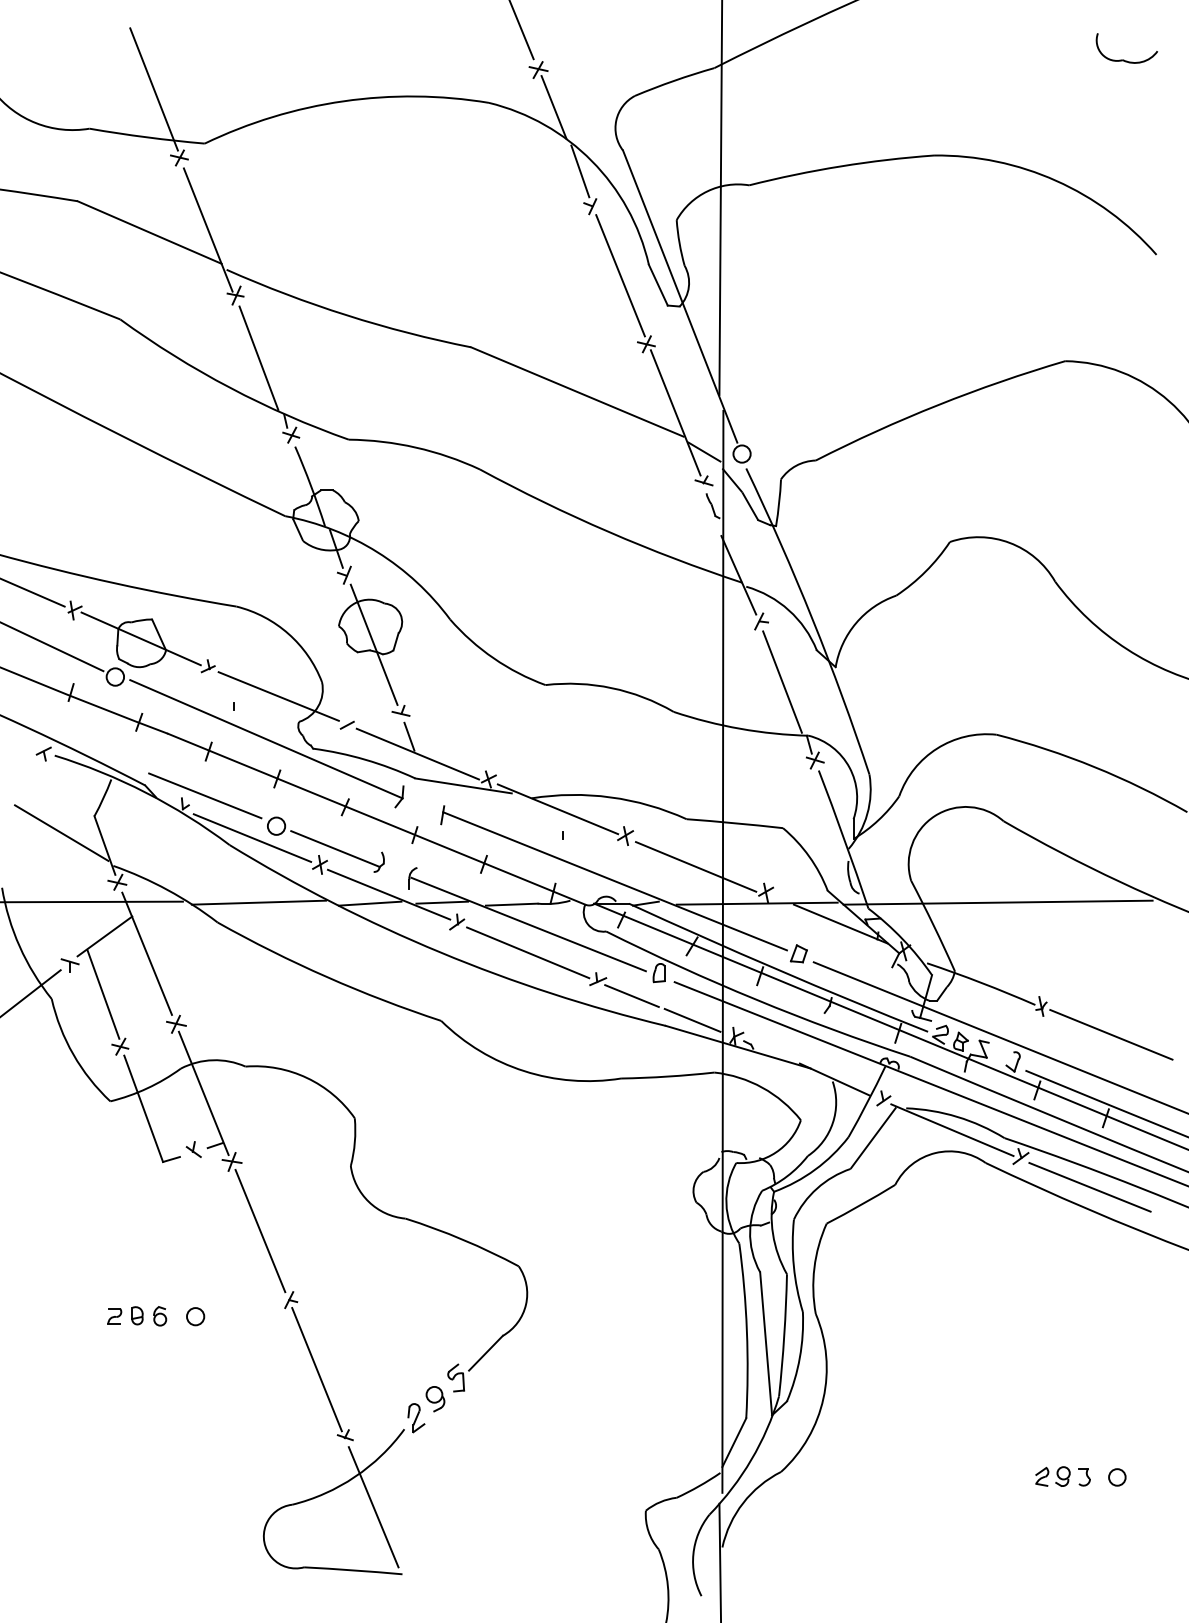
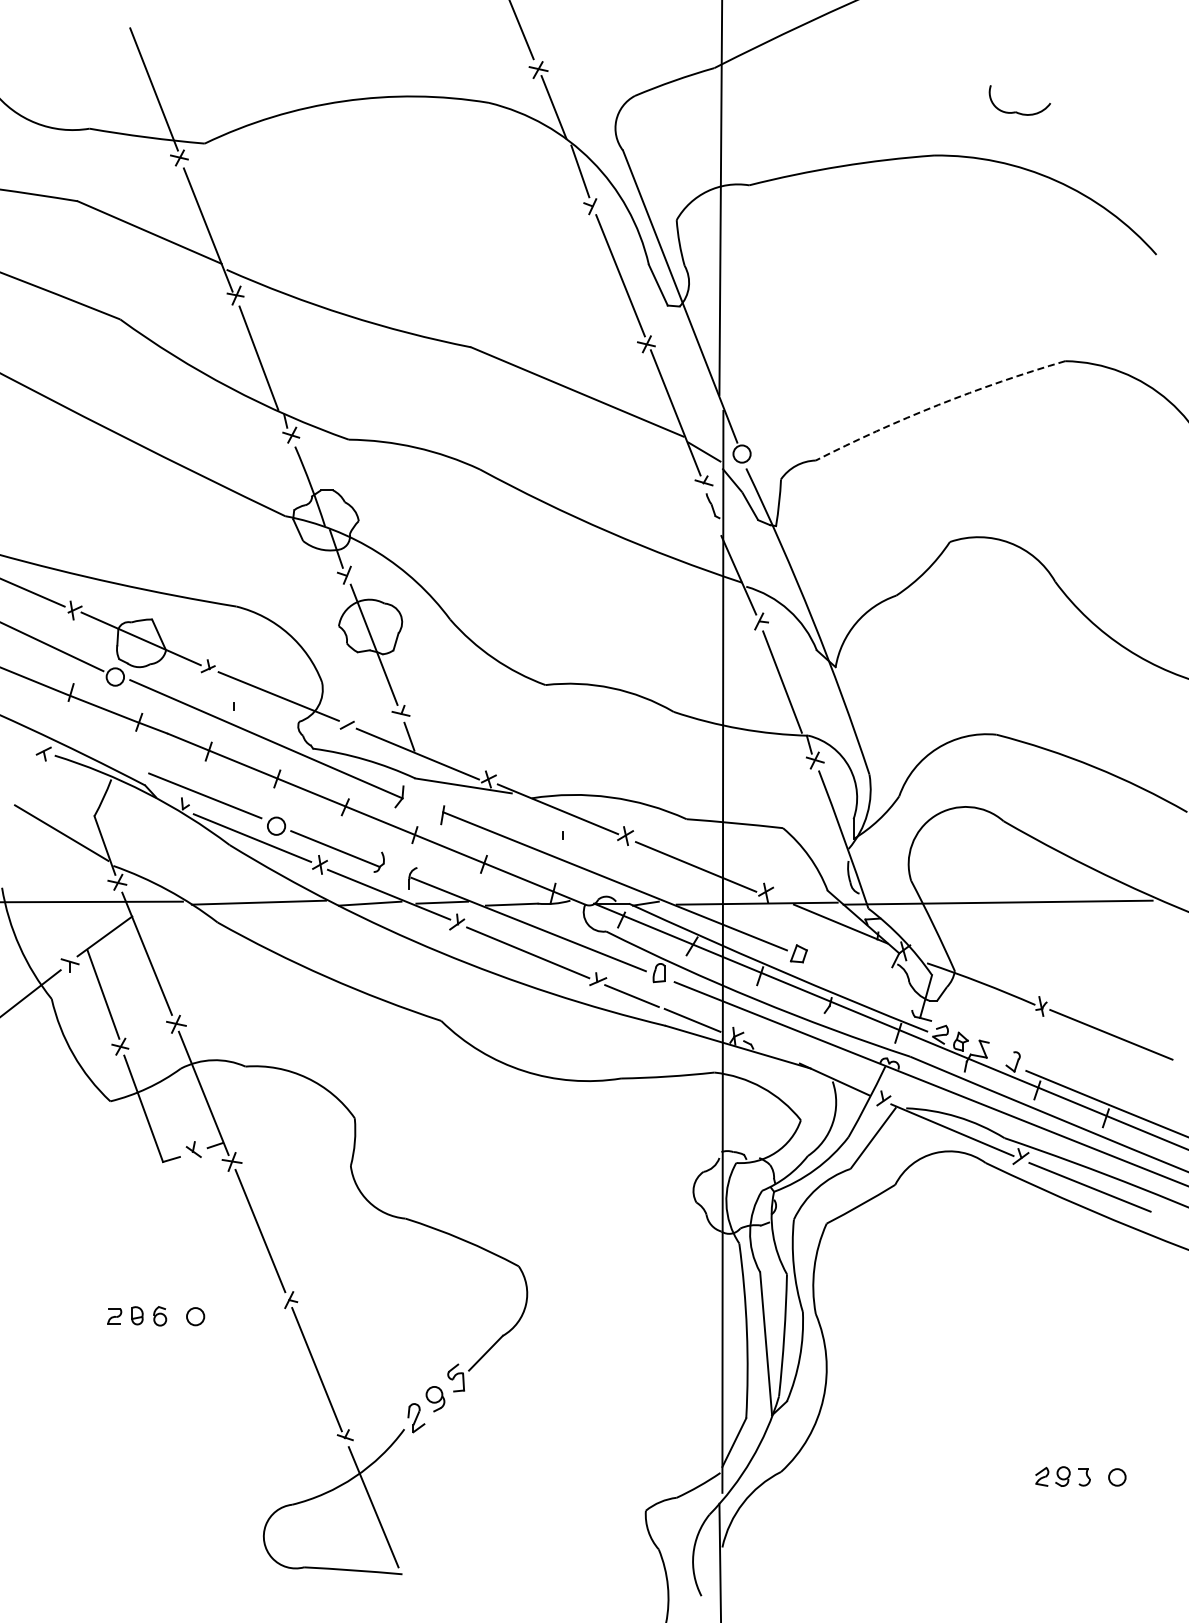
part at (1124, 59) position: (1124, 59) -> (1017, 111)
arc at (938, 405): solid -> dashed
line at (999, 1037): present -> none
